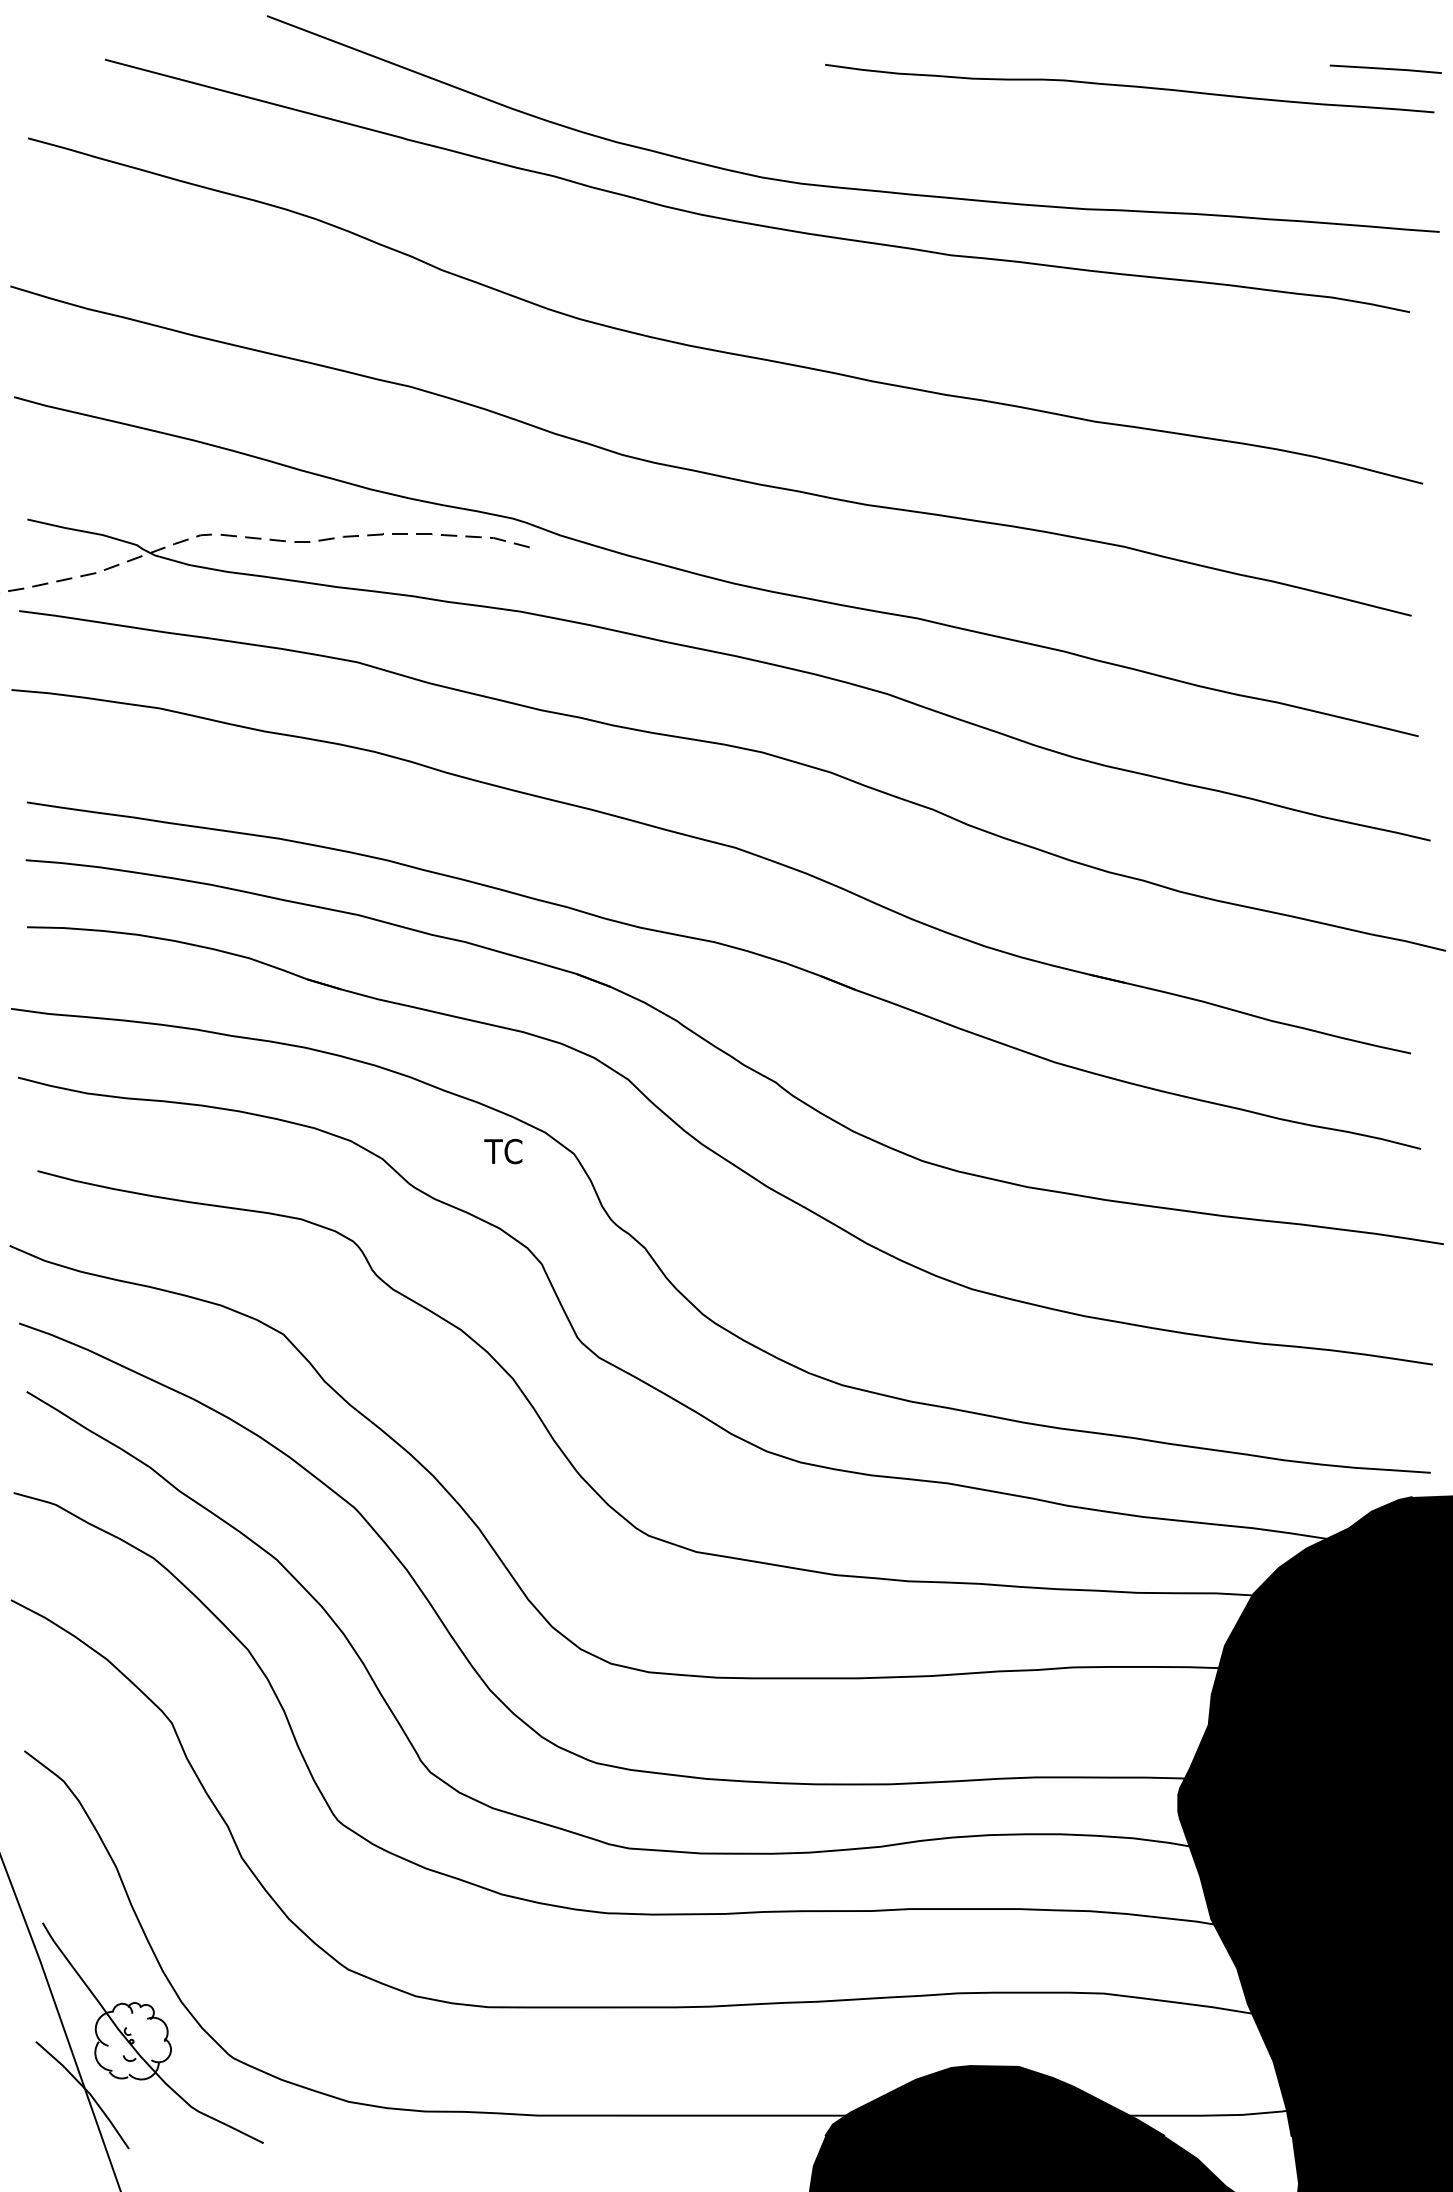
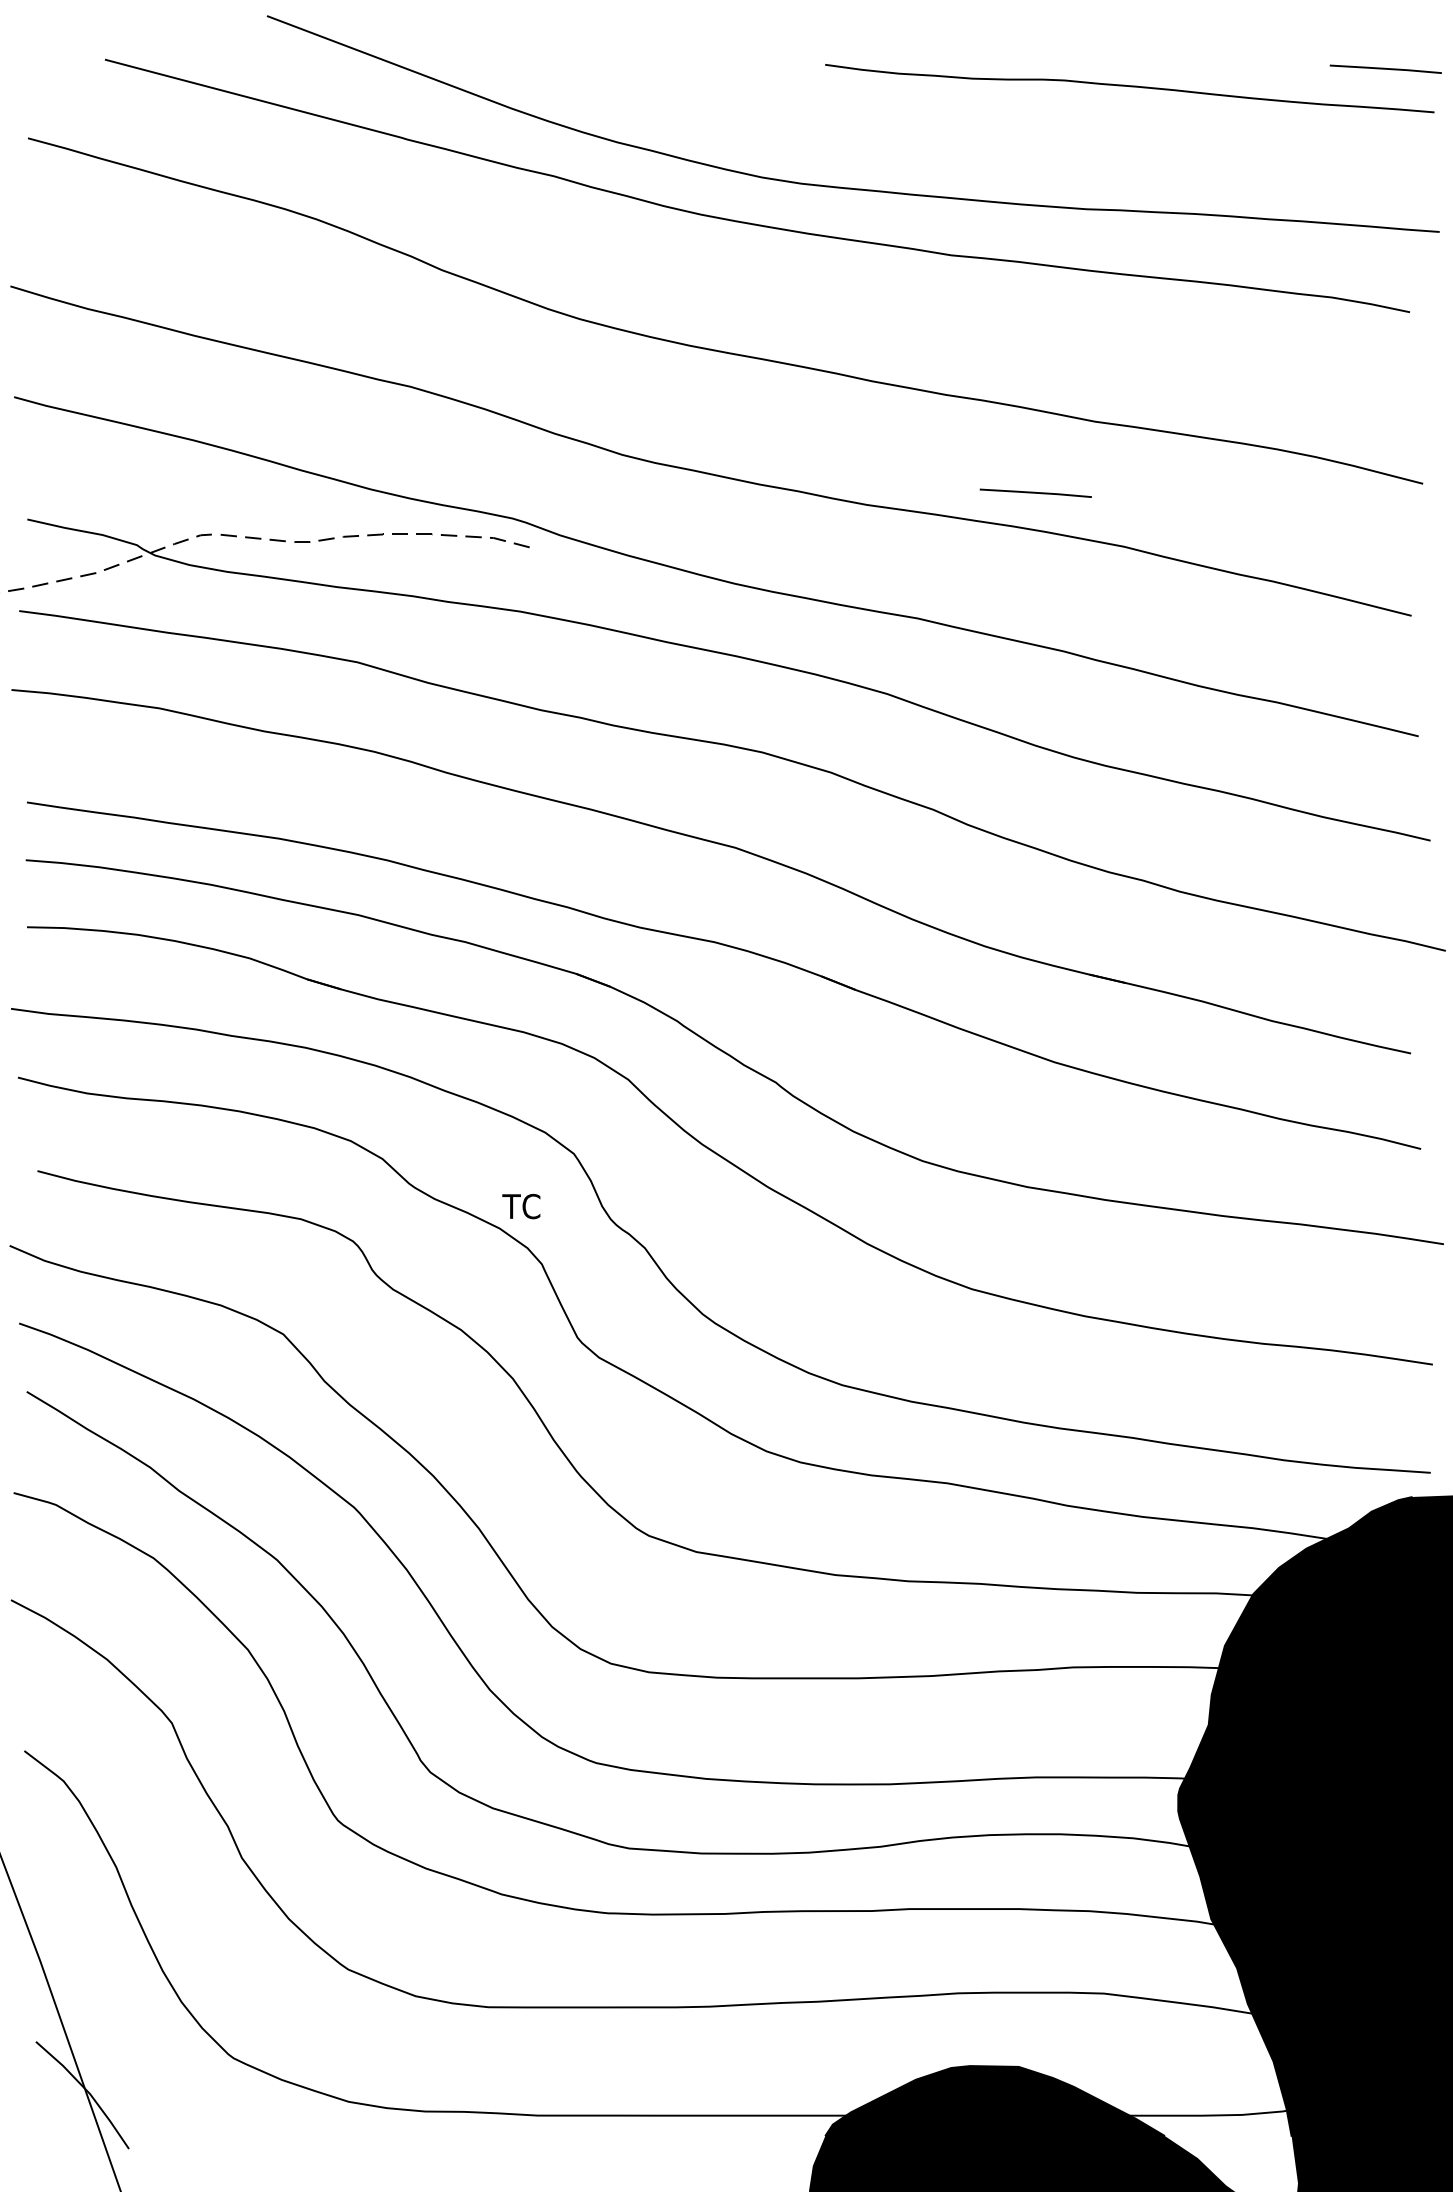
line at (1035, 492): none -> present
text at (503, 1151) position: (503, 1151) -> (521, 1206)
part at (152, 2032): present -> none
